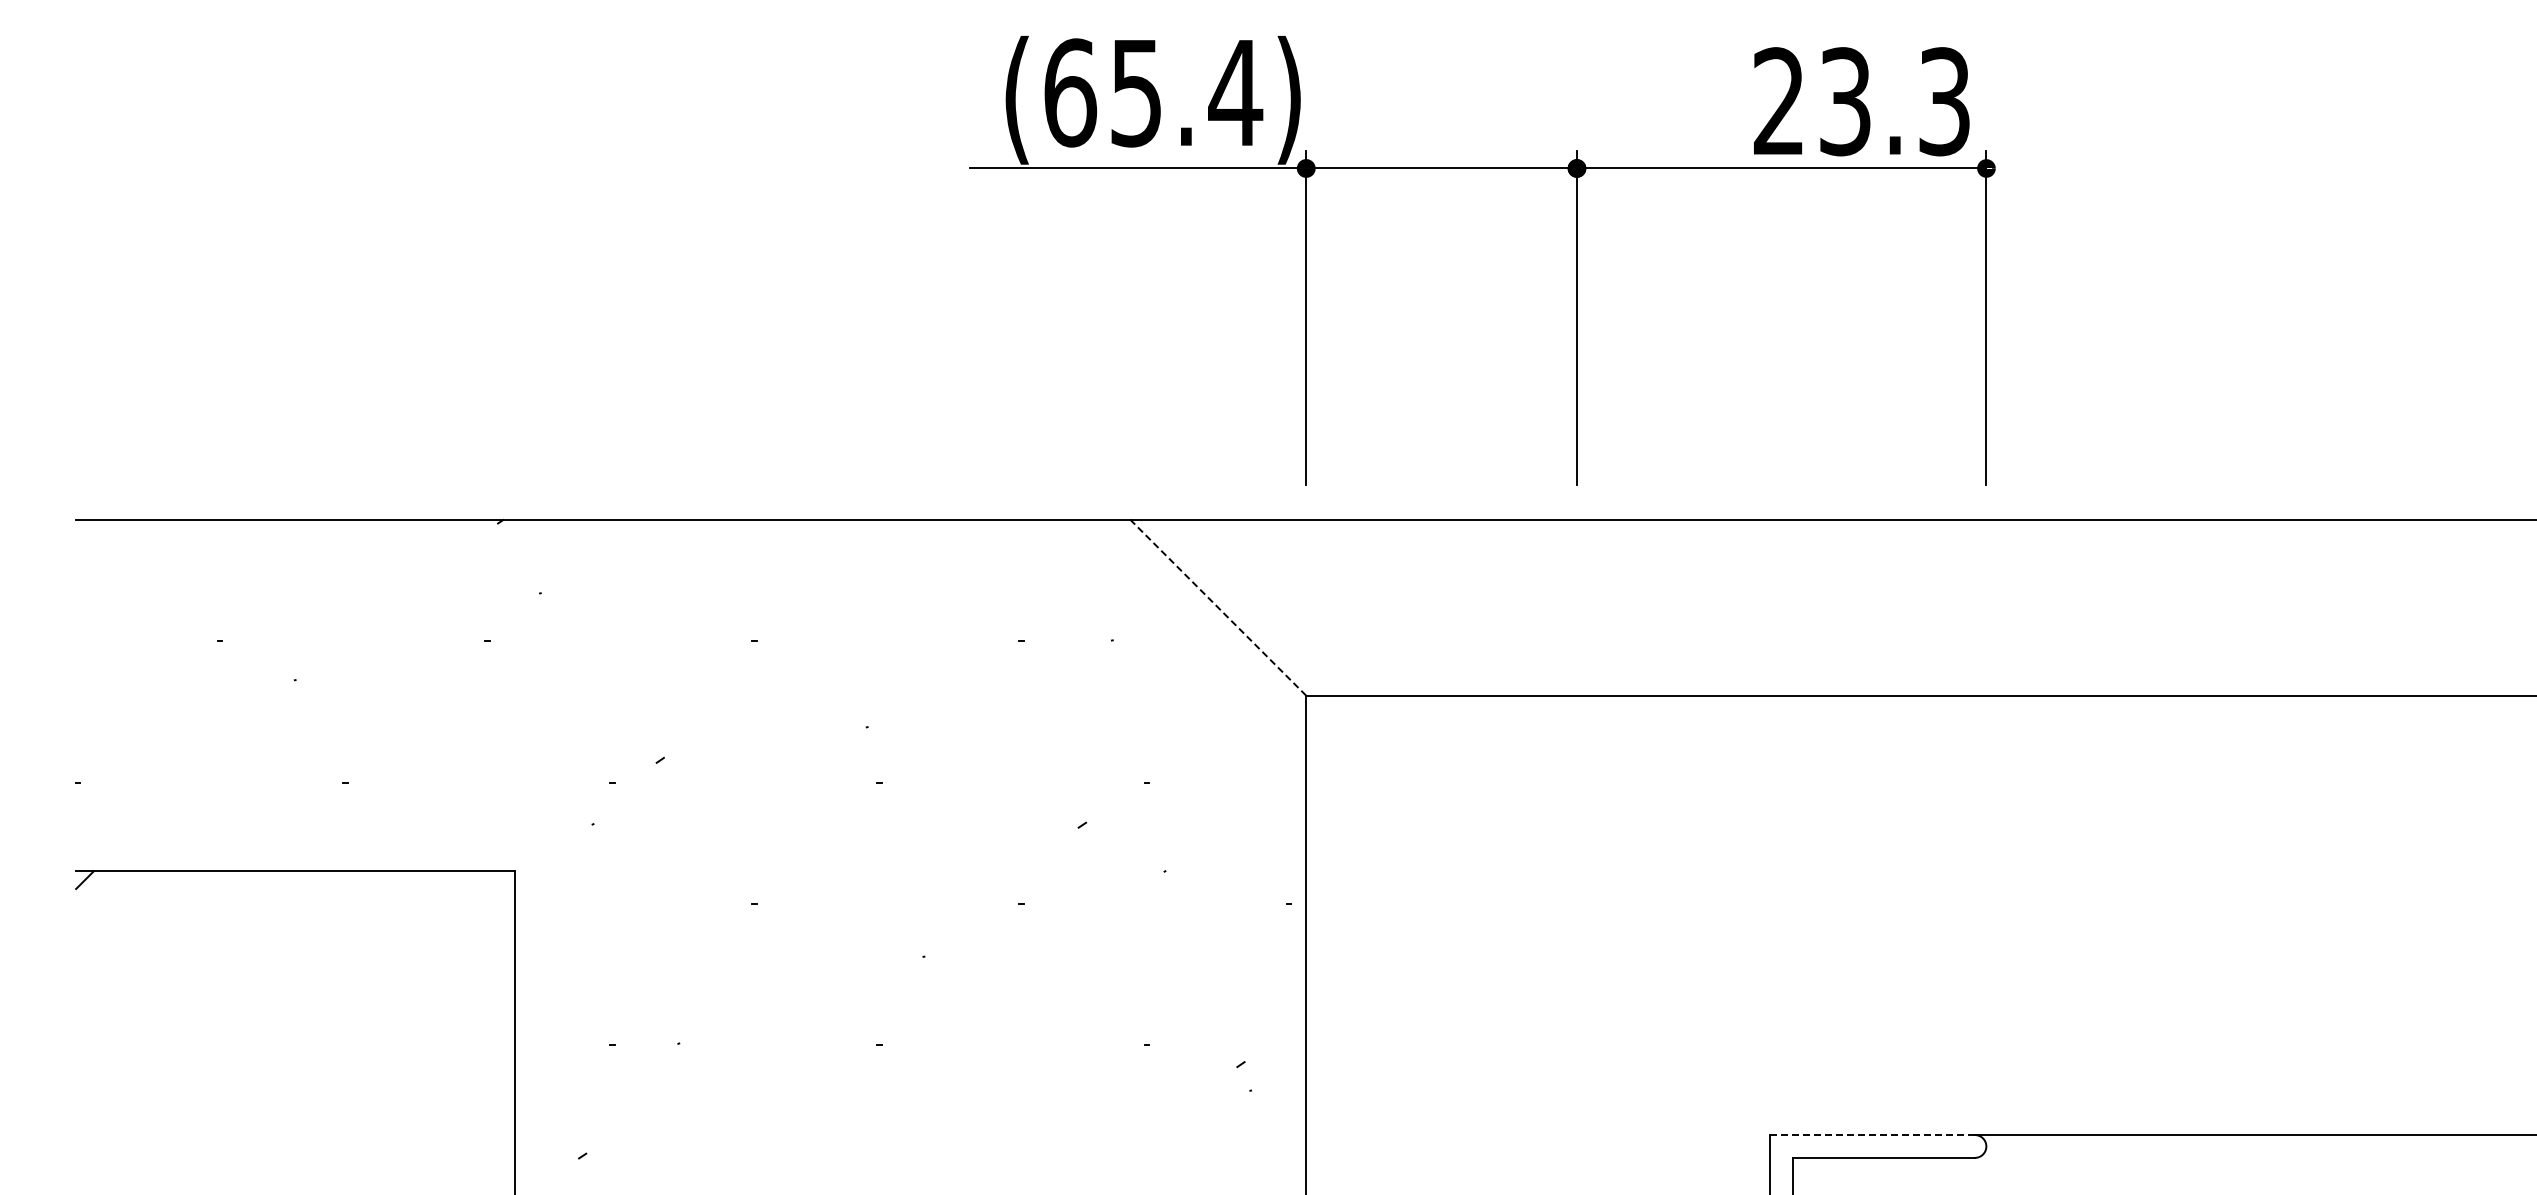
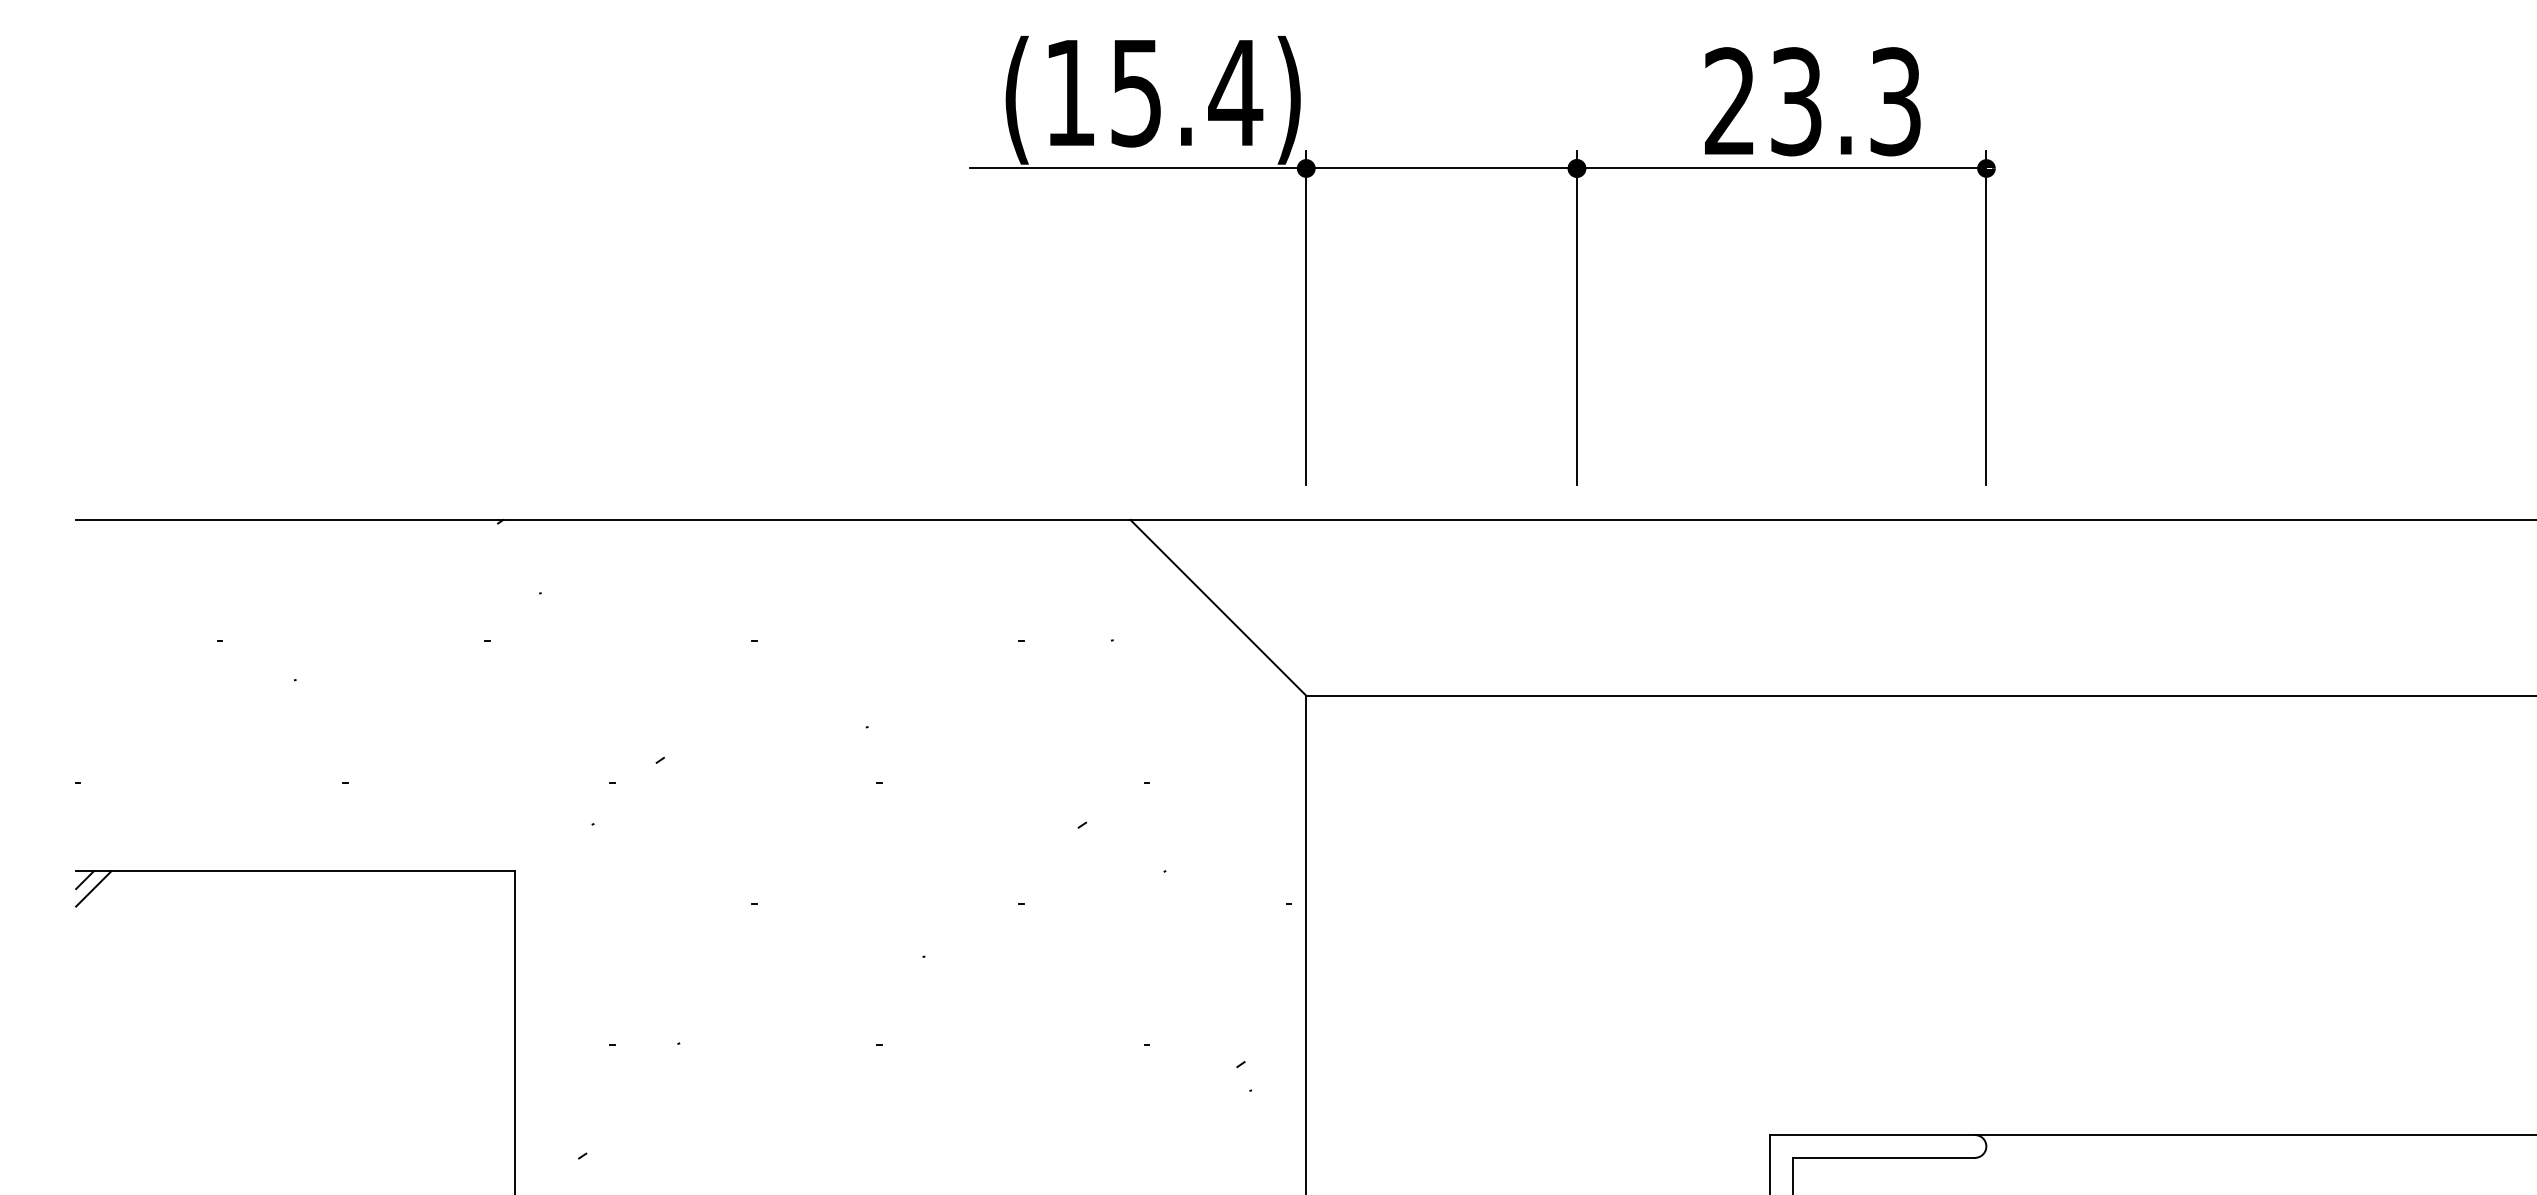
text at (1070, 92): (65.4) -> (15.4)
text at (1861, 101) position: (1861, 101) -> (1812, 101)
line at (1218, 607): dashed -> solid
line at (93, 888): none -> present
line at (1873, 1135): dashed -> solid
